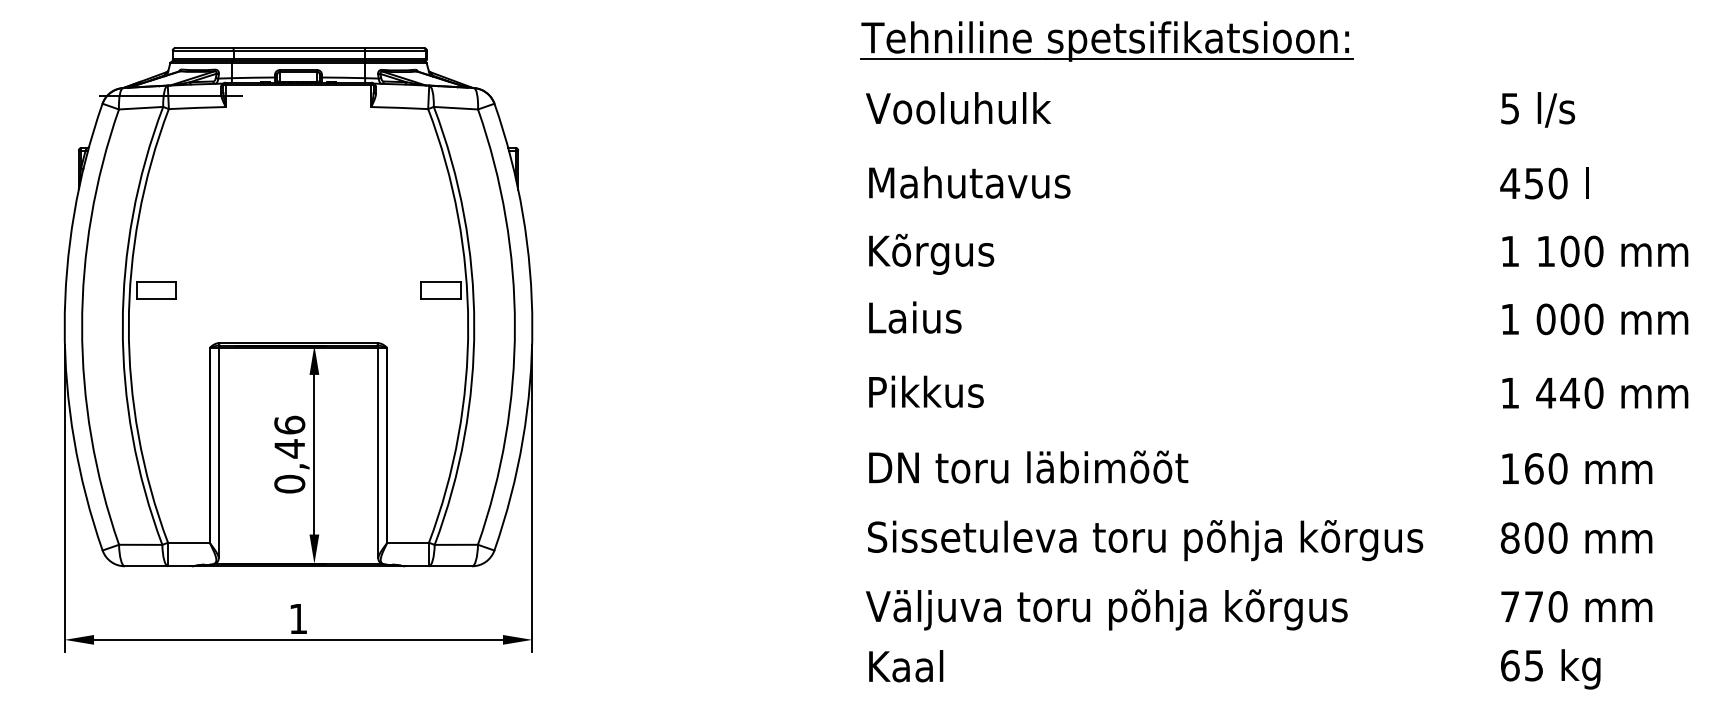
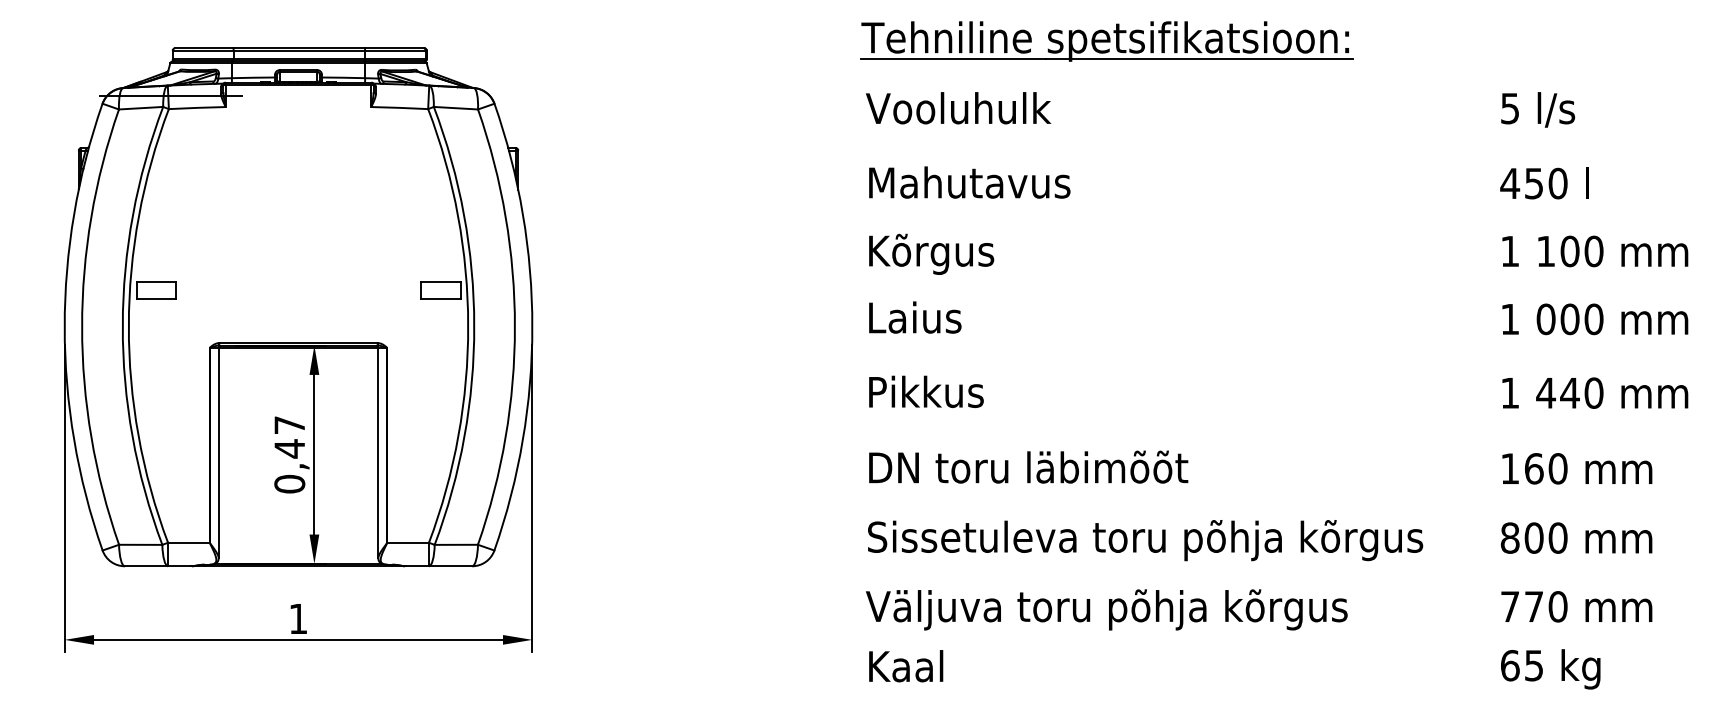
text at (289, 424): 0,46 -> 0,47
